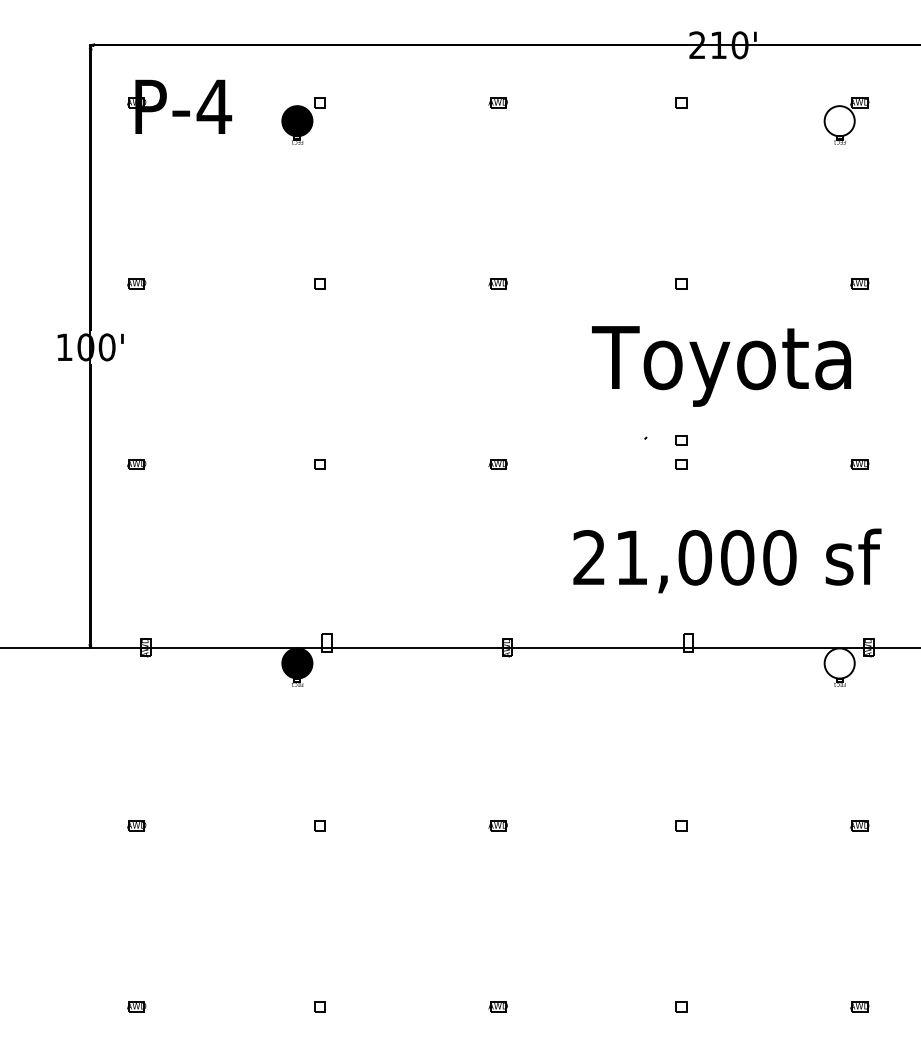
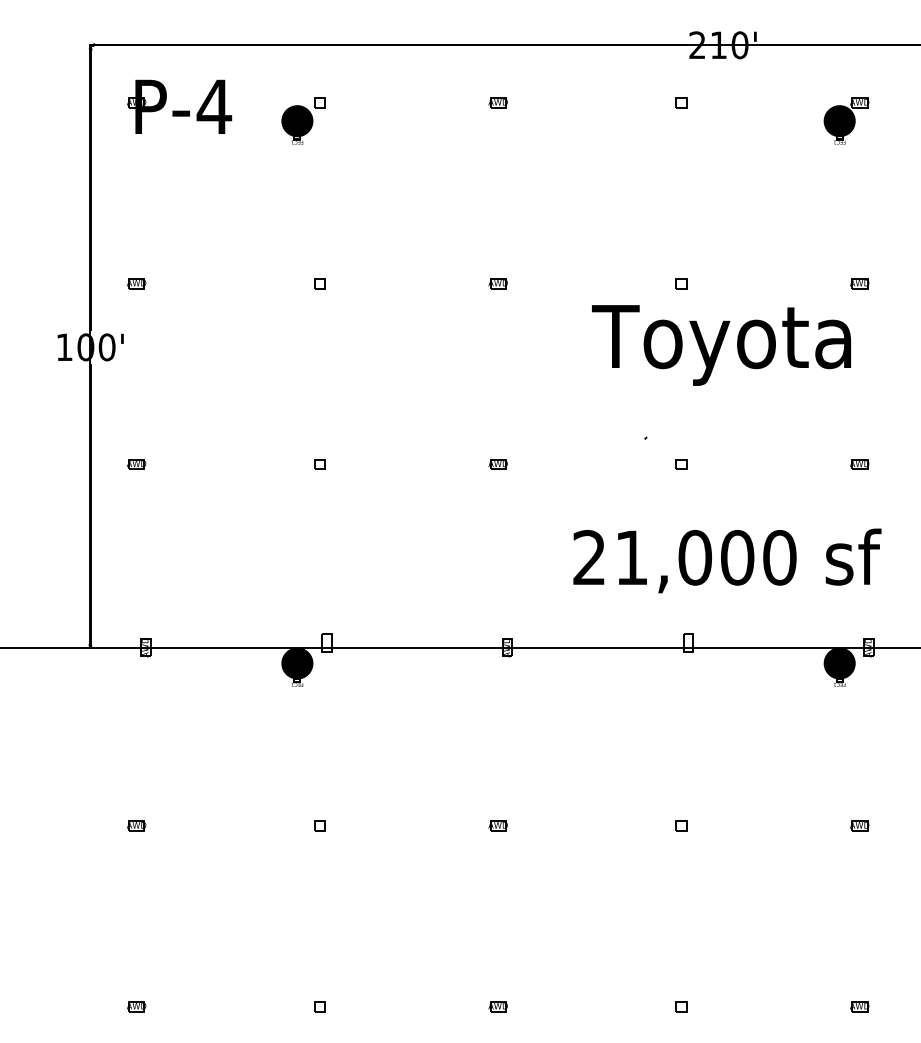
fill at (839, 121): none -> present
text at (721, 366) position: (721, 366) -> (721, 345)
part at (681, 440): present -> none
fill at (839, 663): none -> present
